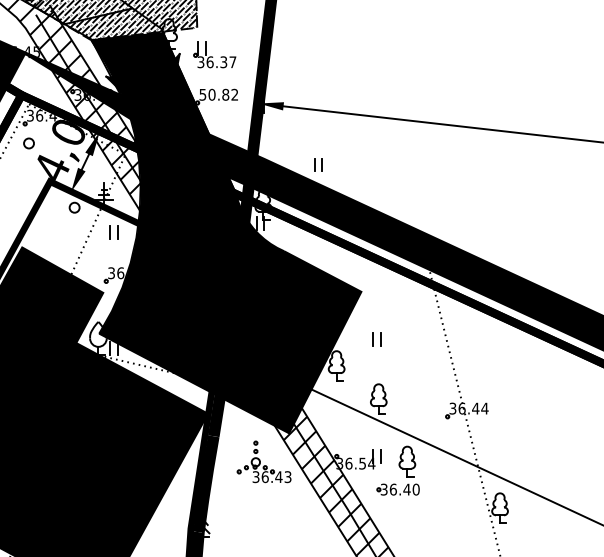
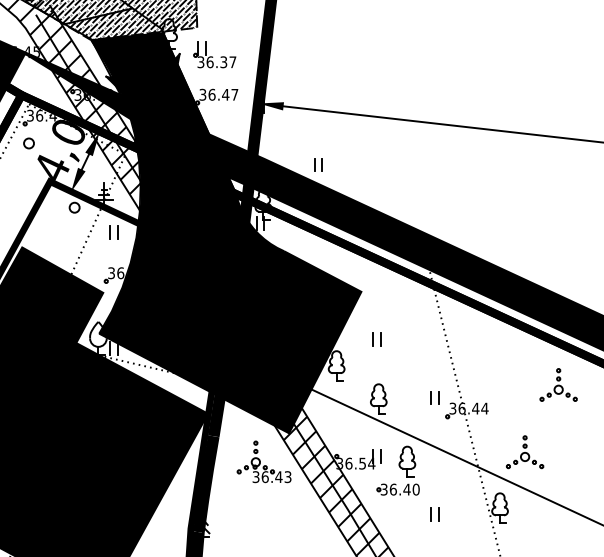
text at (219, 94): 50.82 -> 36.47
part at (558, 384): none -> present
part at (434, 397): none -> present
part at (524, 452): none -> present
part at (434, 514): none -> present
